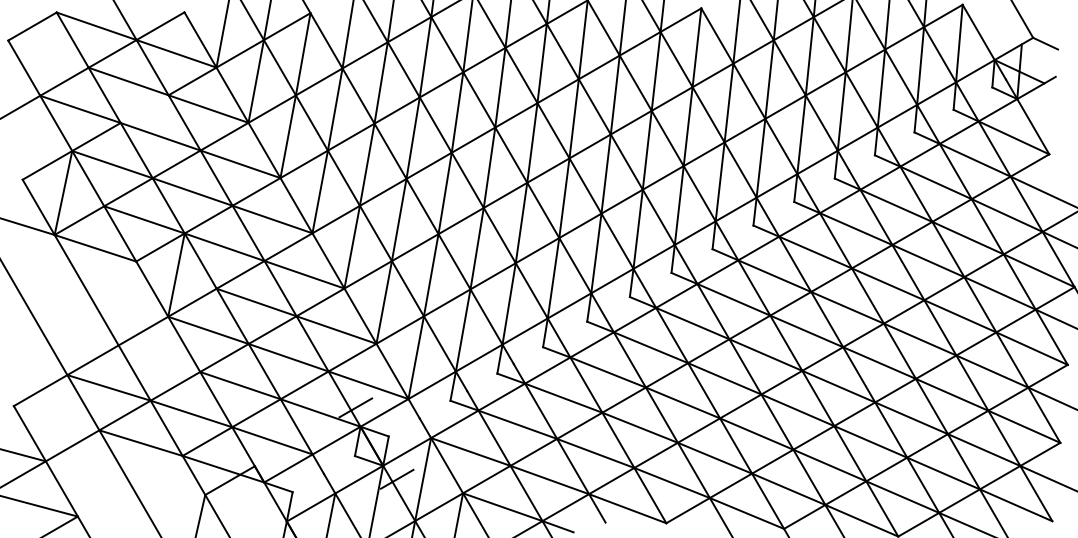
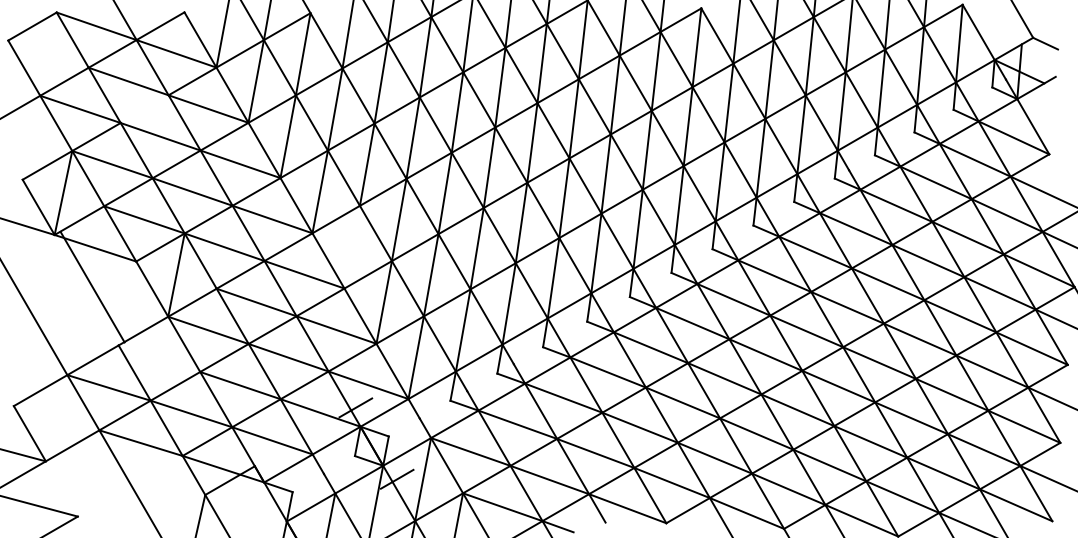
line at (351, 246): present -> none
line at (86, 289) position: (86, 289) -> (92, 286)
line at (66, 497): present -> none
